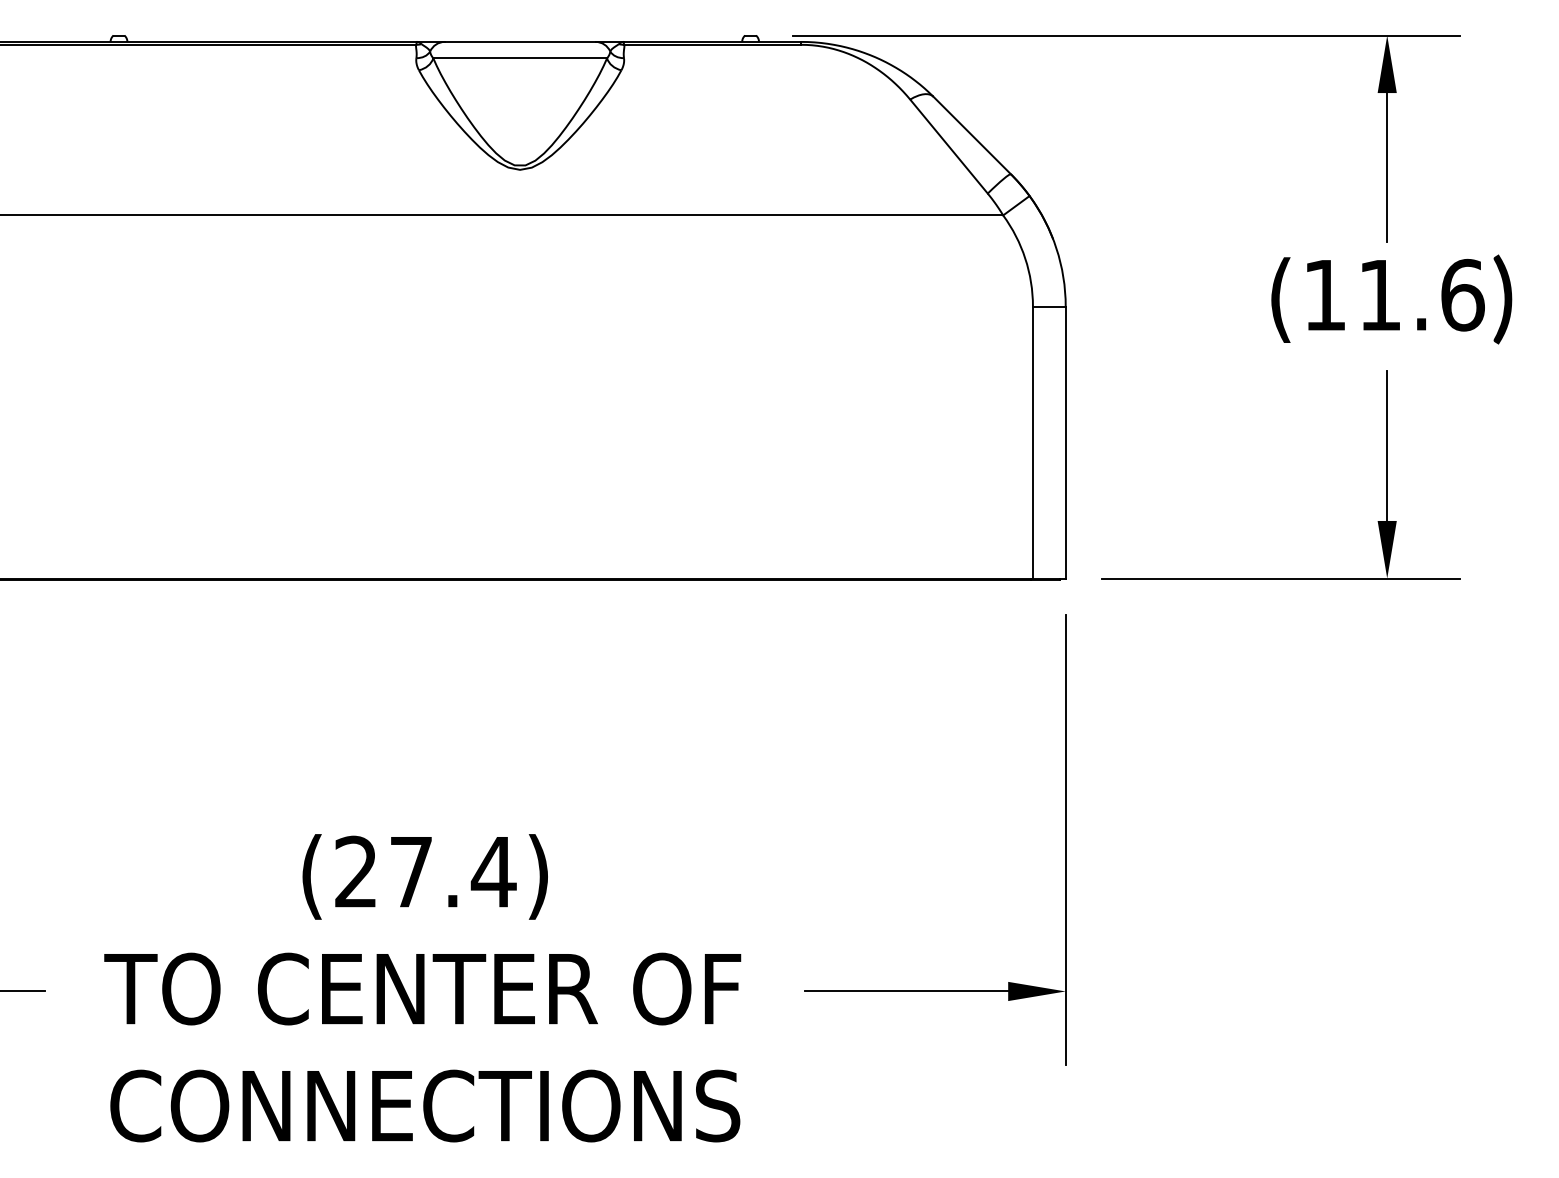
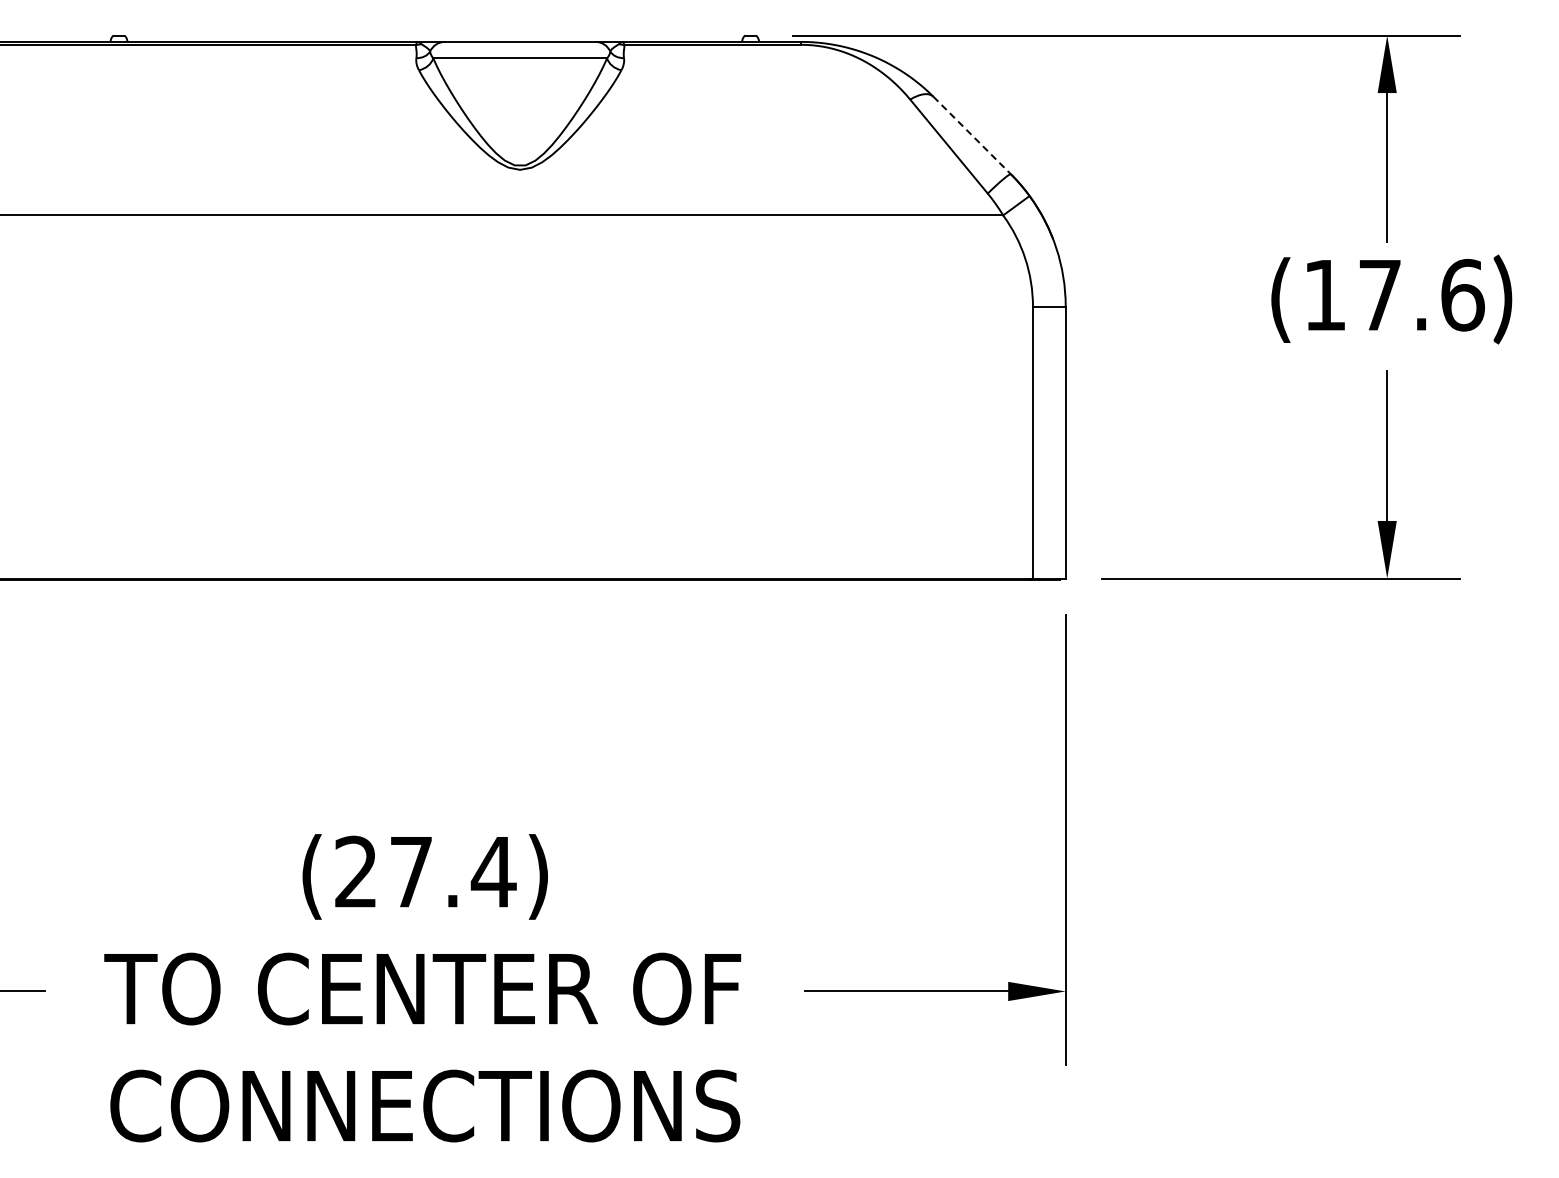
line at (972, 135): solid -> dashed
text at (1379, 295): (11.6 -> (17.6
